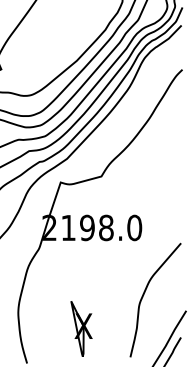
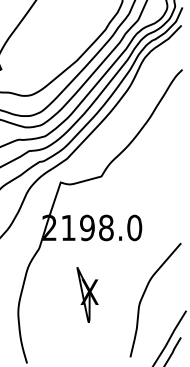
part at (81, 328) position: (81, 328) -> (87, 294)
